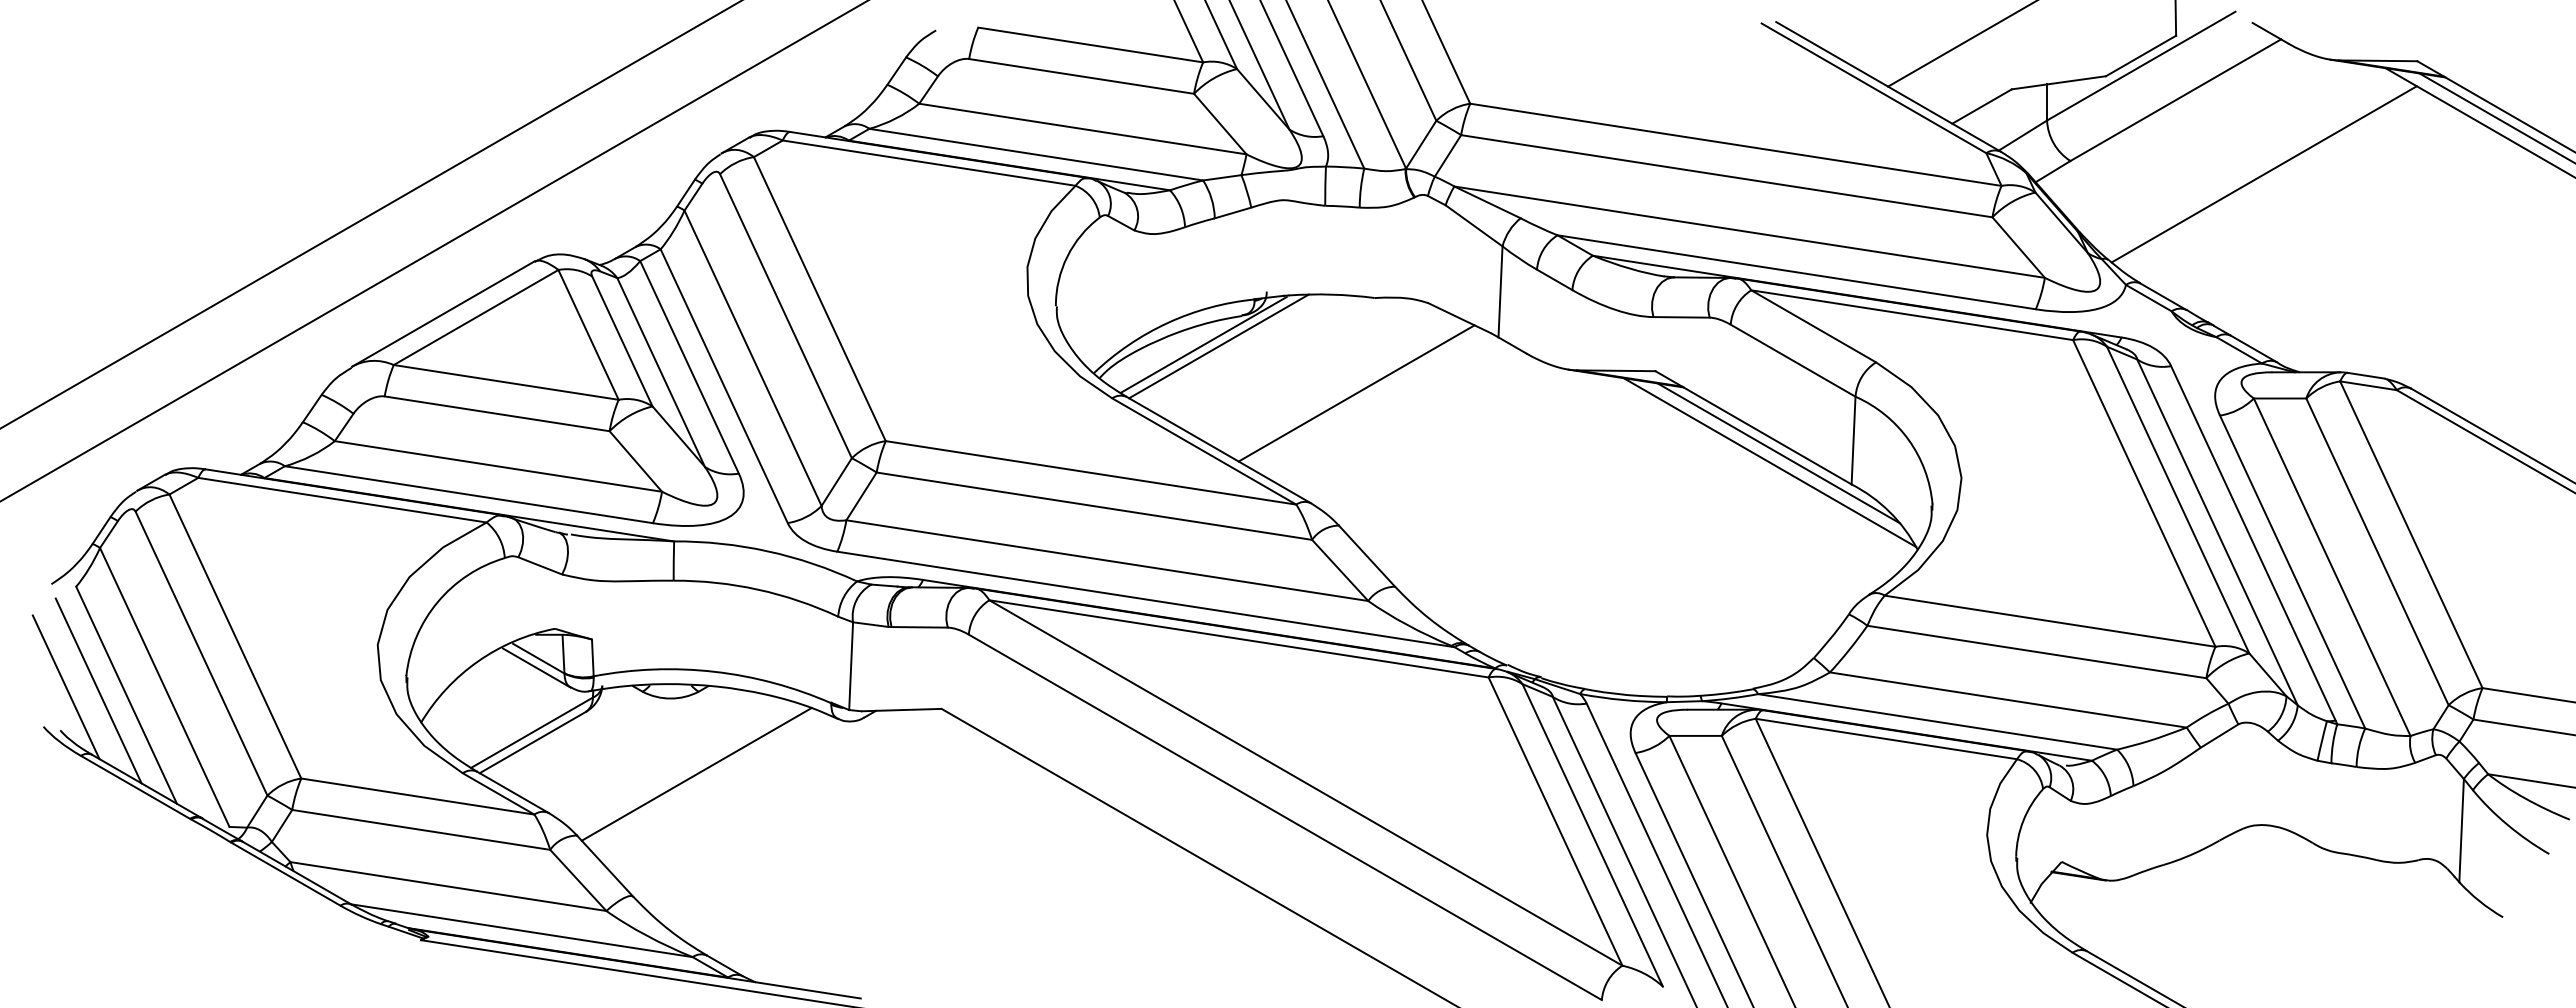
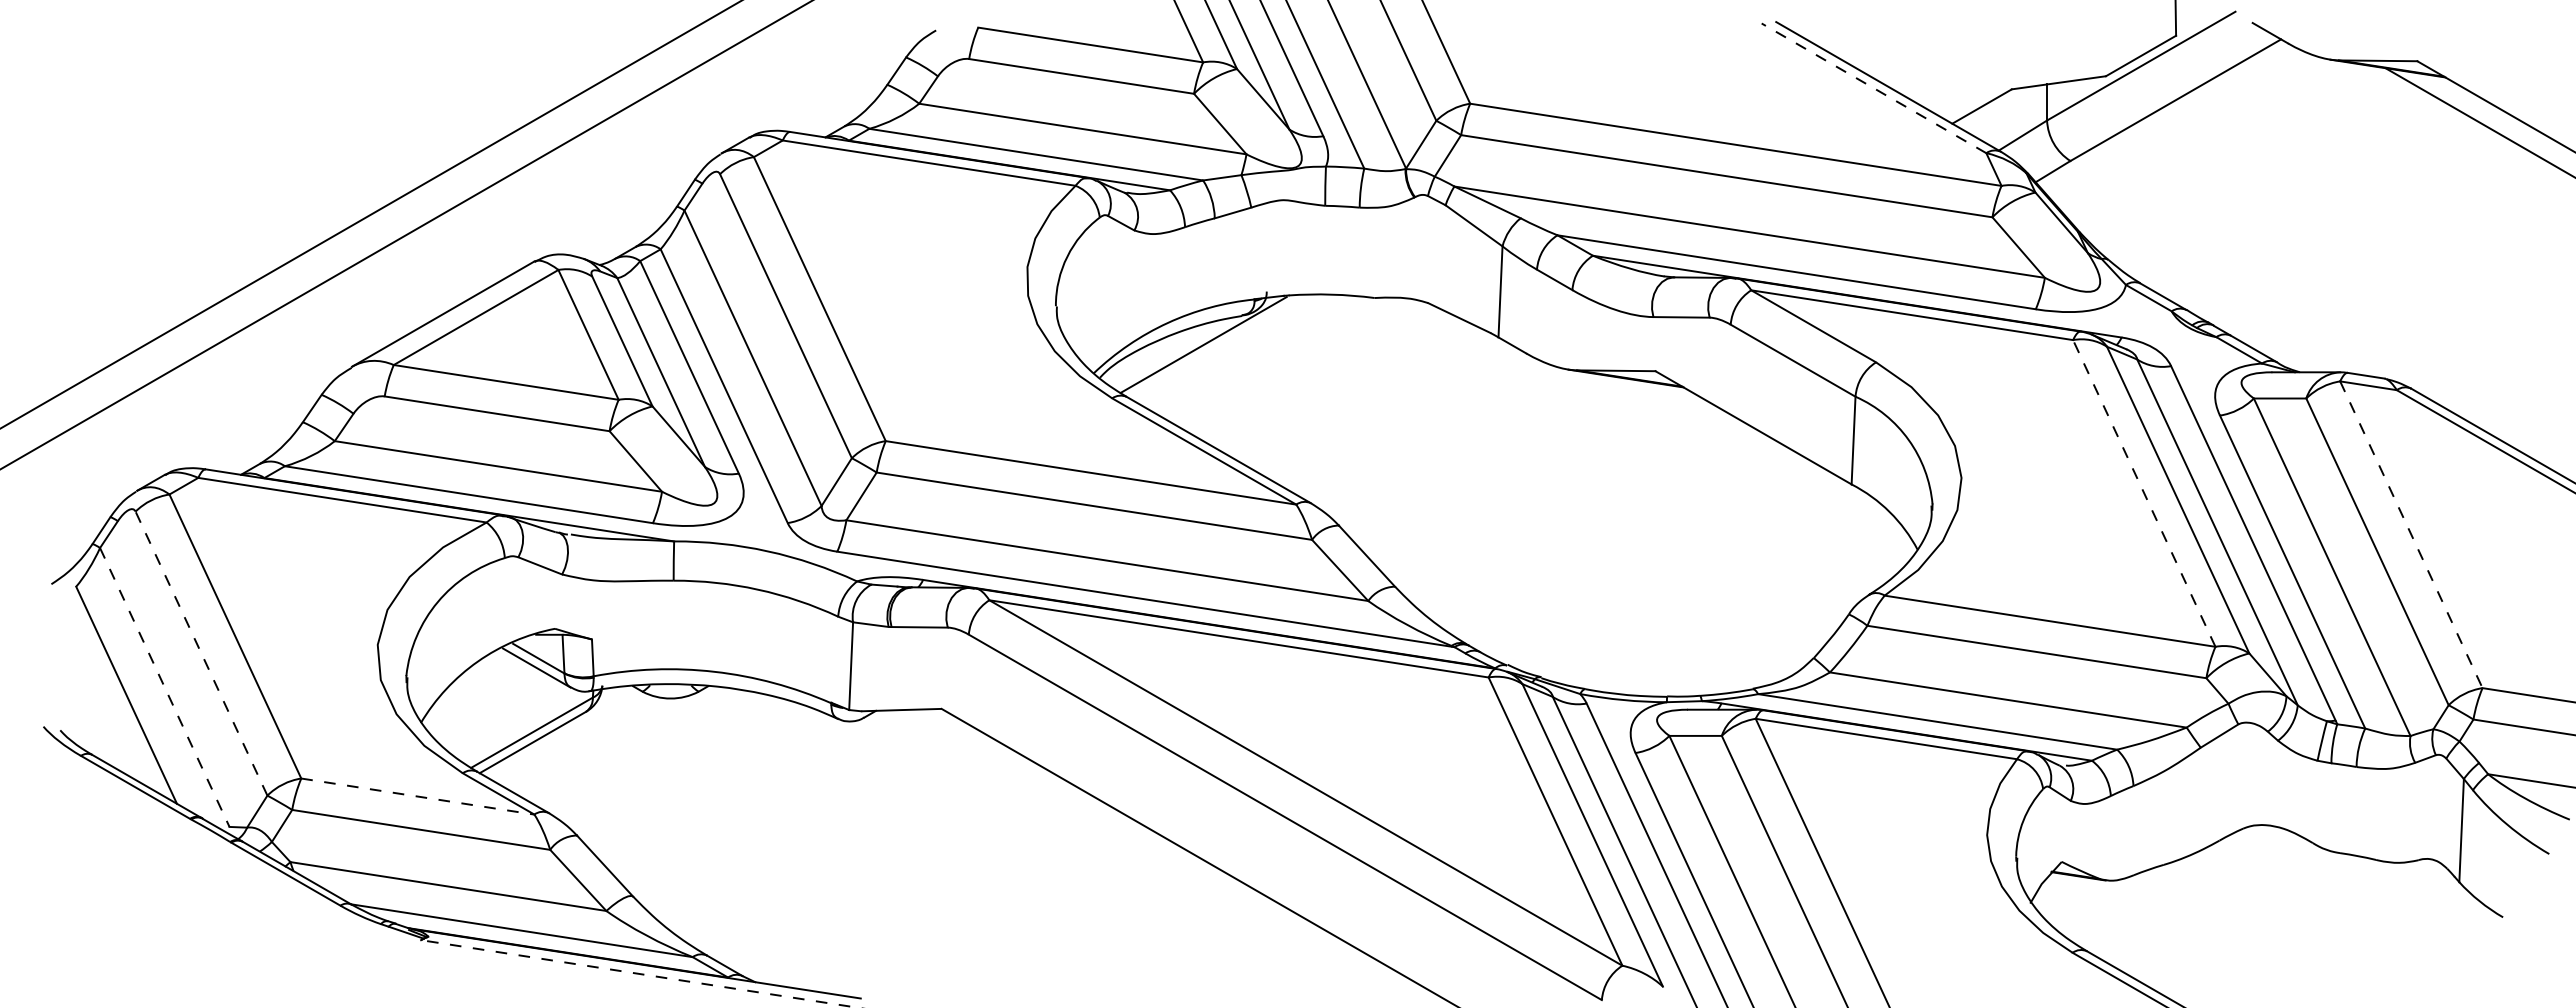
line at (1960, 44): present -> none
line at (1874, 88): solid -> dashed
line at (2495, 117): present -> none
line at (2263, 174): present -> none
line at (433, 251) position: (433, 251) -> (406, 235)
line at (1218, 346): present -> none
line at (1356, 393): present -> none
line at (1778, 453): present -> none
line at (1769, 462): present -> none
line at (2144, 493): solid -> dashed
line at (2411, 535): solid -> dashed
line at (201, 653): solid -> dashed
line at (65, 687): present -> none
line at (164, 687): solid -> dashed
line at (98, 690): present -> none
line at (696, 773): present -> none
line at (417, 796): solid -> dashed
line at (640, 974): solid -> dashed
